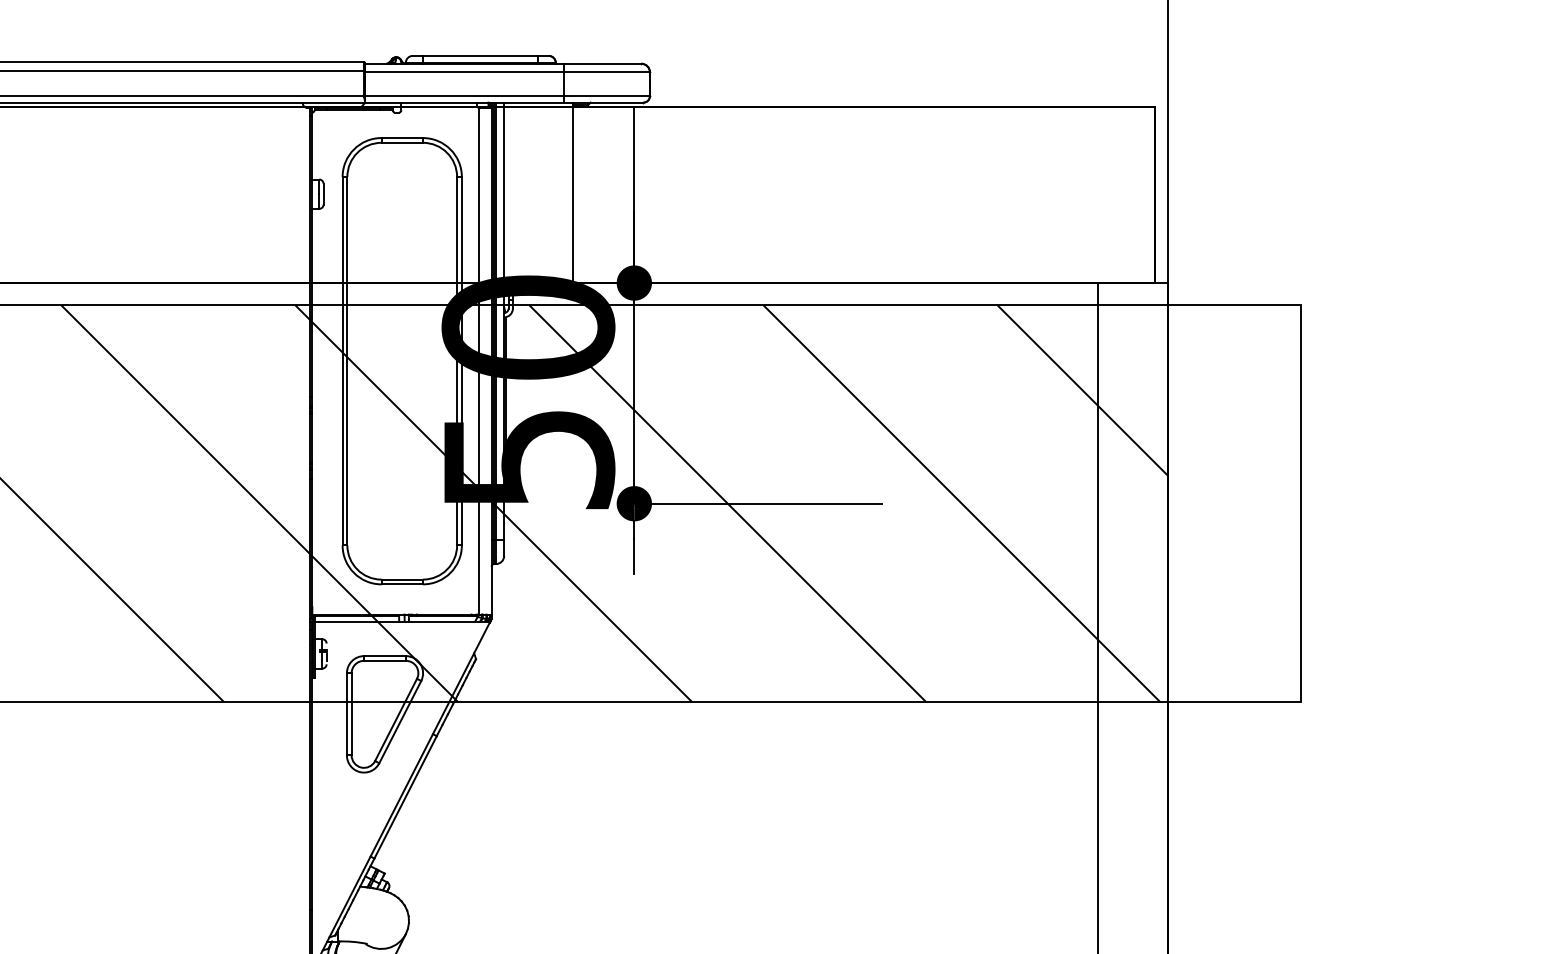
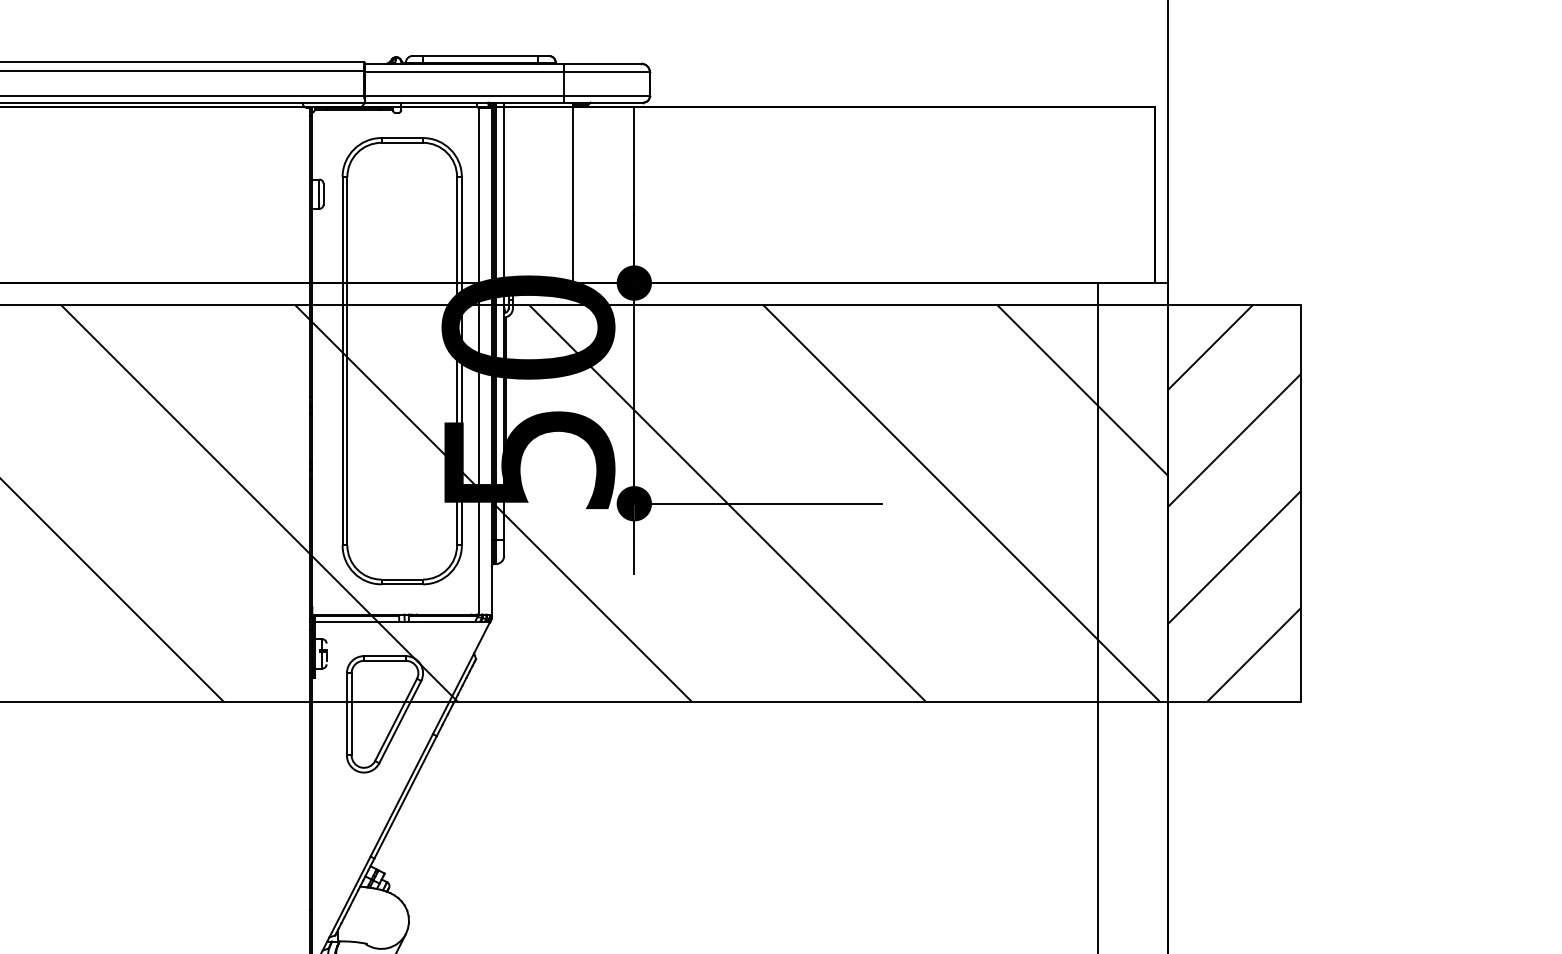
hatch at (1234, 503): none -> present
